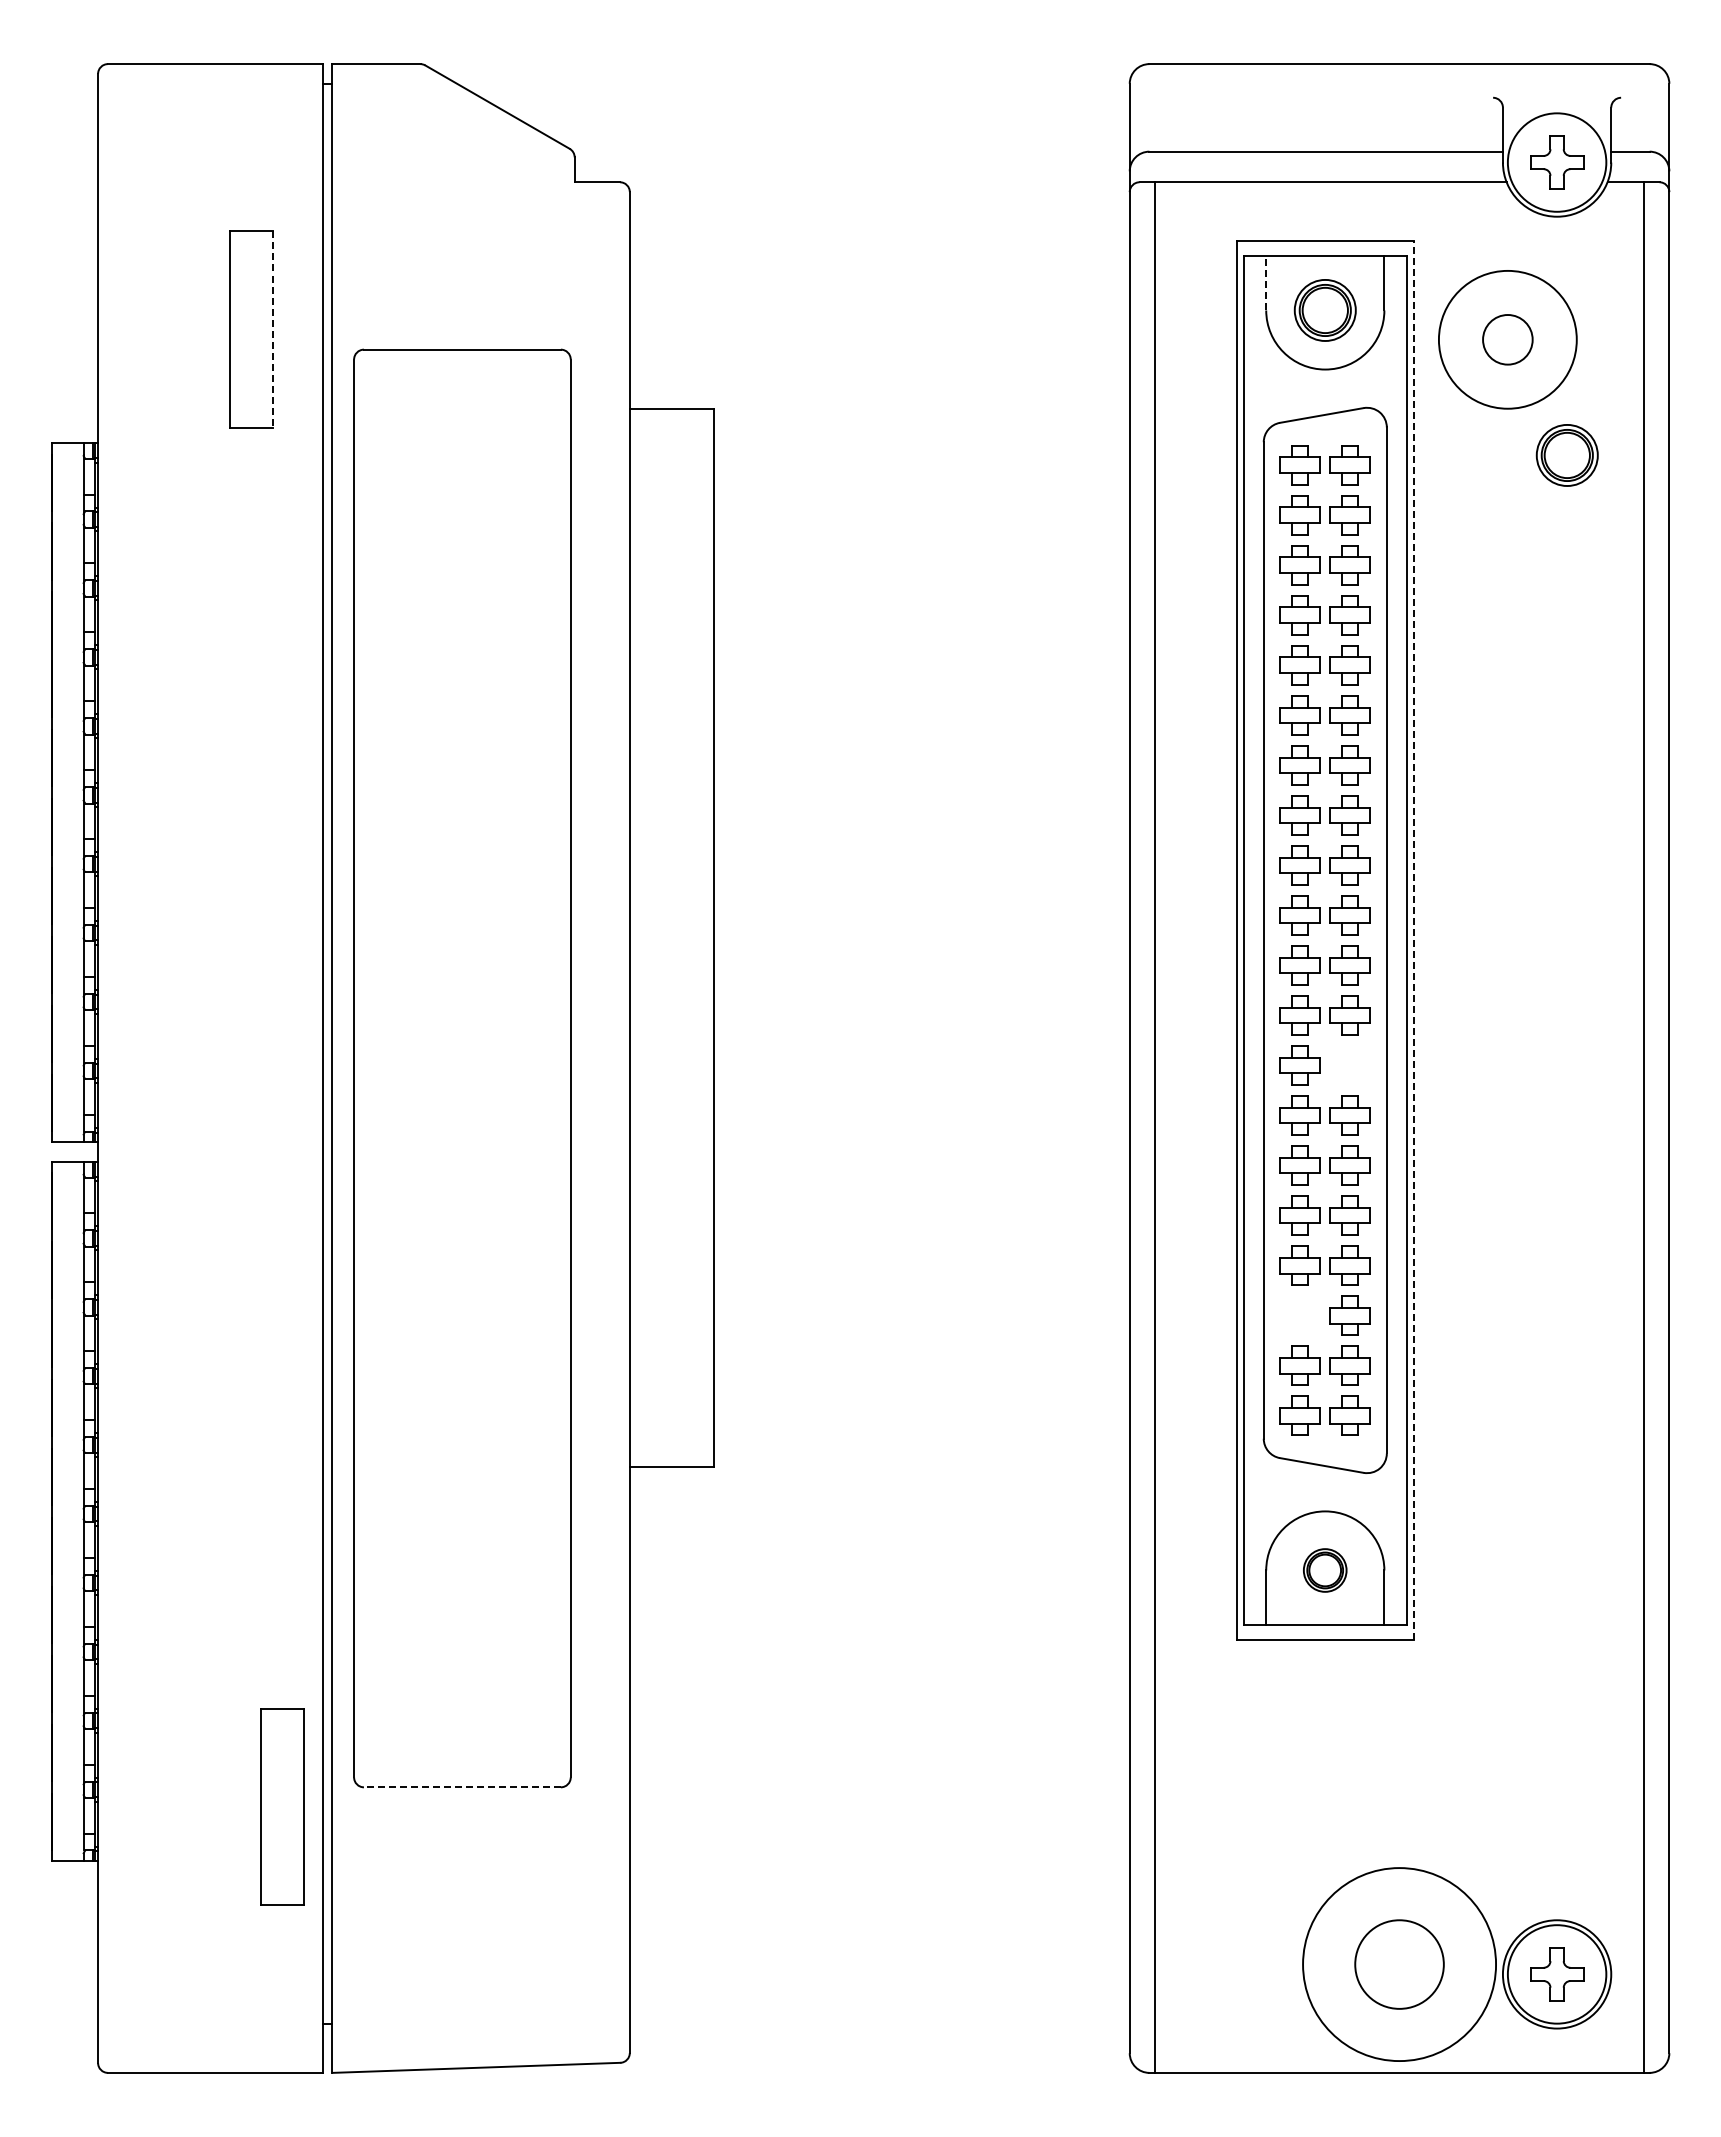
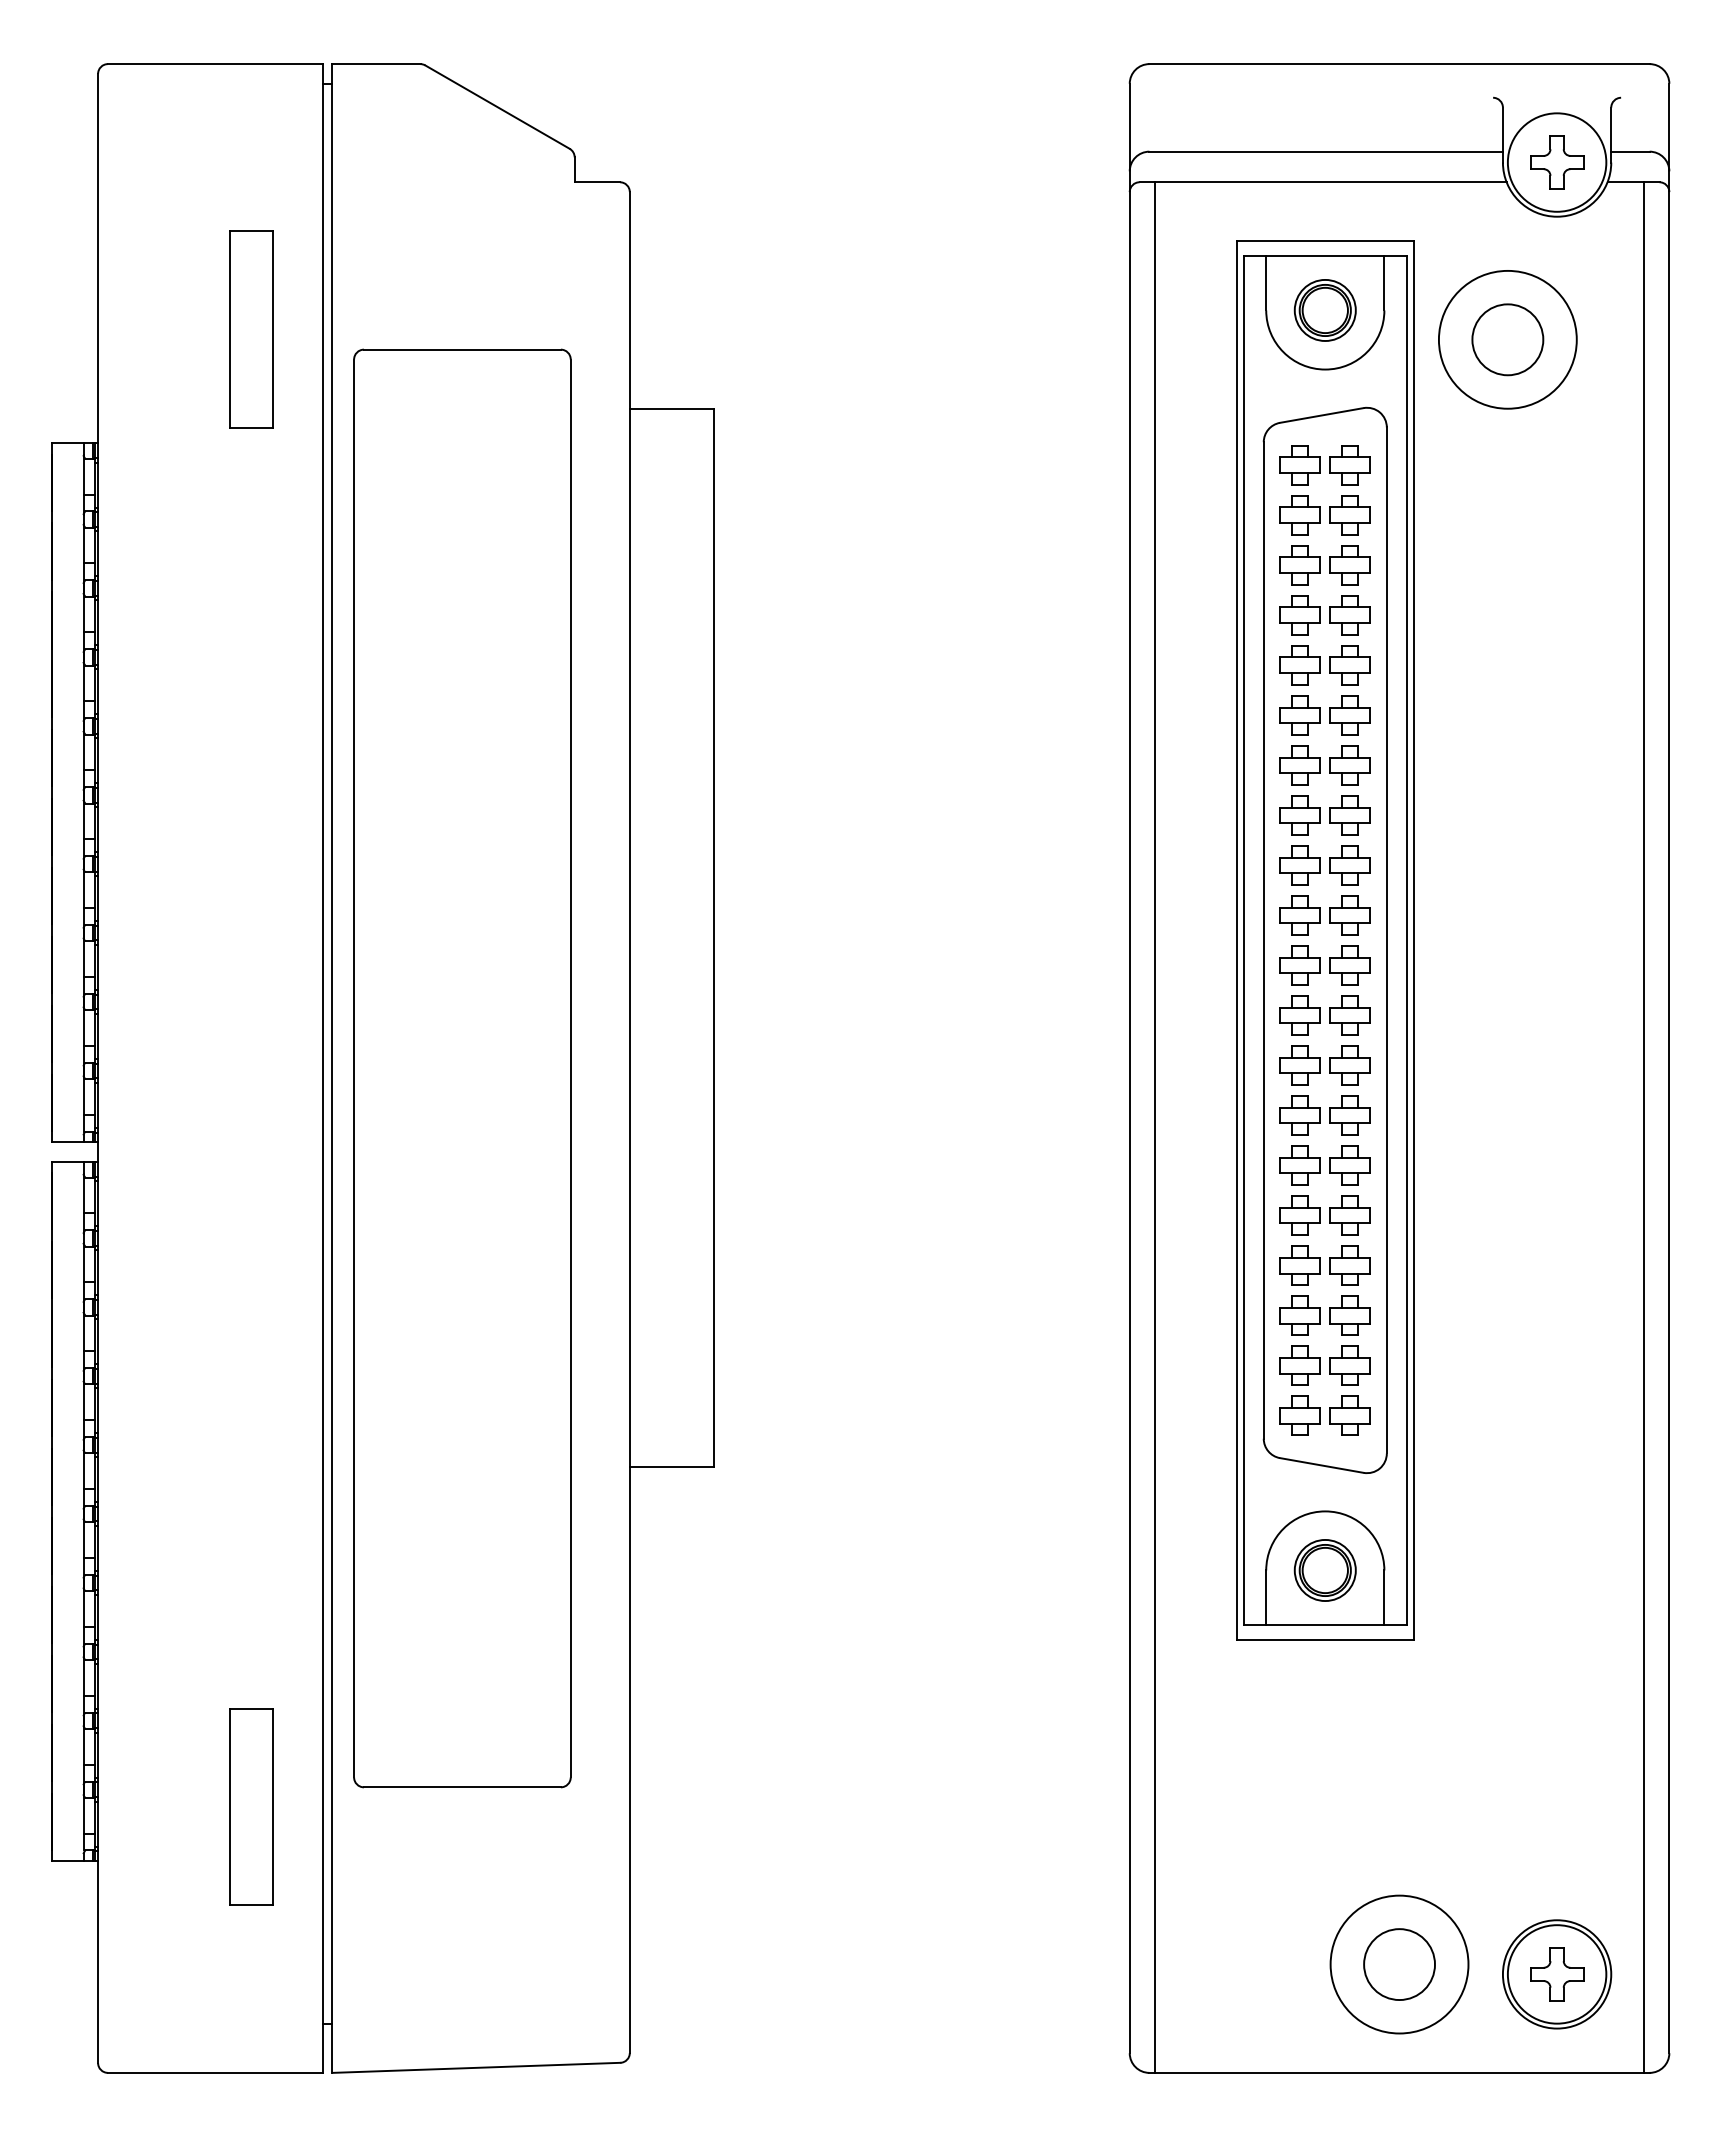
line at (1266, 282): dashed -> solid
line at (273, 330): dashed -> solid
circle at (1507, 339) diameter: 50 px -> 71 px
part at (1566, 455): present -> none
line at (1413, 939): dashed -> solid
part at (1349, 1065): none -> present
part at (1299, 1315): none -> present
part at (1325, 1570) size: 45x45 px -> 64x63 px
line at (461, 1787): dashed -> solid
part at (282, 1806) position: (282, 1806) -> (251, 1806)
circle at (1399, 1964) diameter: 193 px -> 138 px
circle at (1399, 1964) diameter: 89 px -> 71 px
